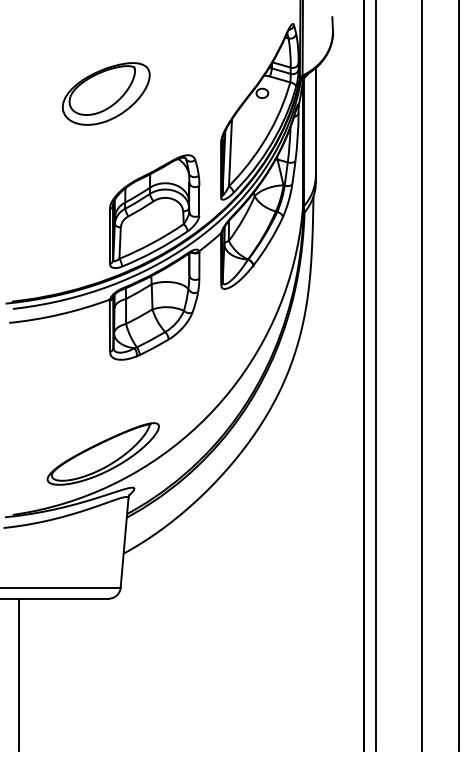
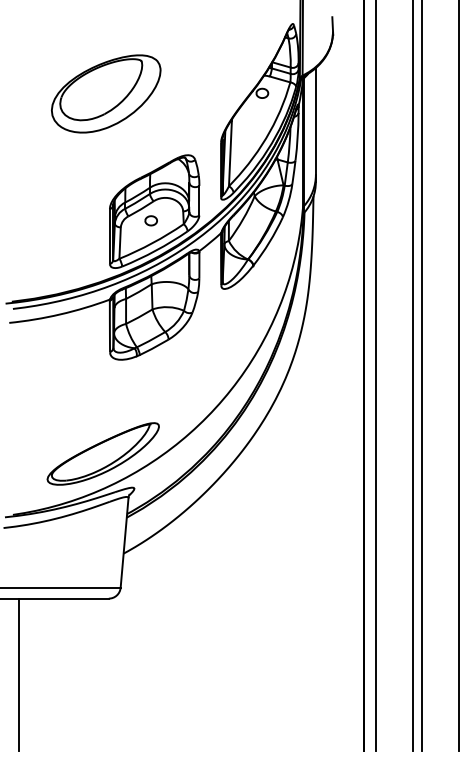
part at (105, 93) size: 90x64 px -> 111x80 px
part at (150, 220): none -> present
line at (412, 376): none -> present
